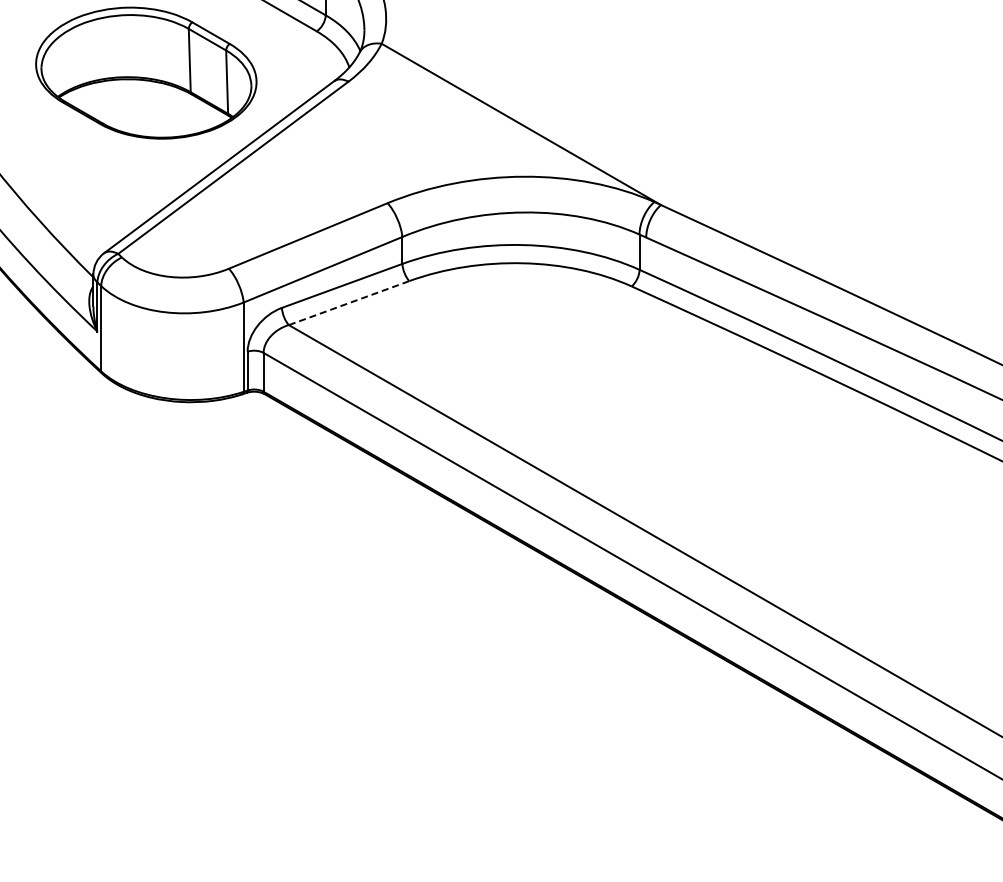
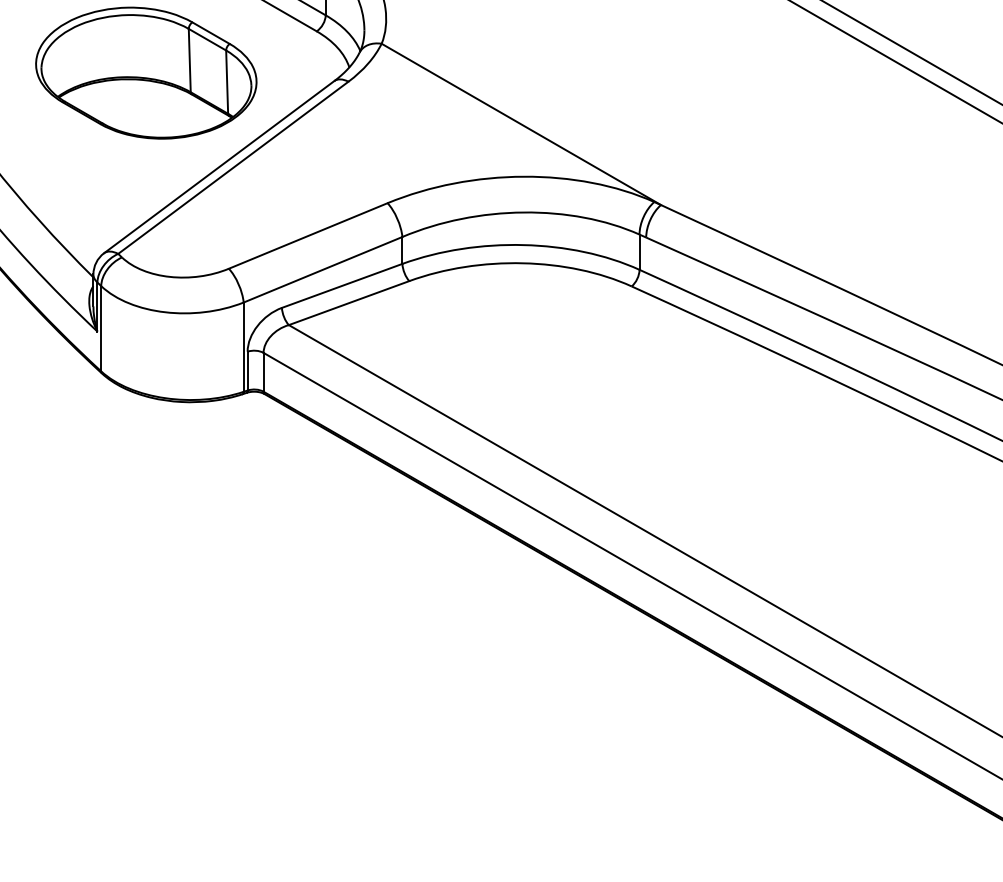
line at (911, 52): none -> present
line at (895, 61): none -> present
line at (349, 302): dashed -> solid
